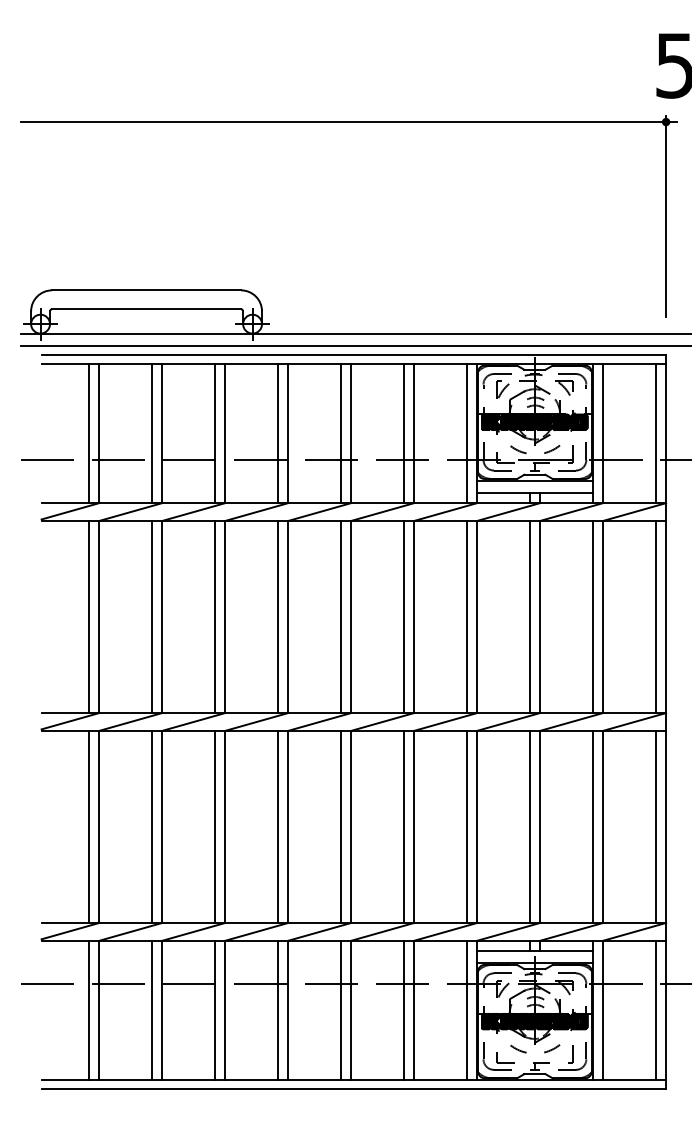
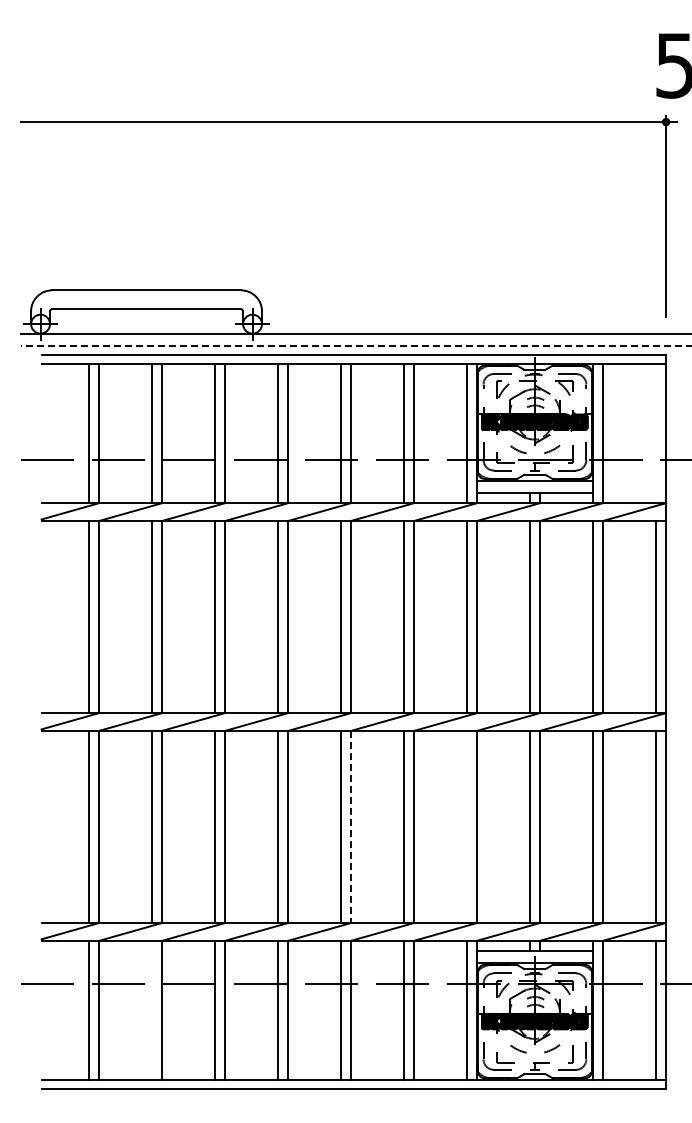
line at (355, 346): solid -> dashed
line at (655, 433): present -> none
line at (466, 826): present -> none
line at (351, 827): solid -> dashed
line at (151, 1009): present -> none
